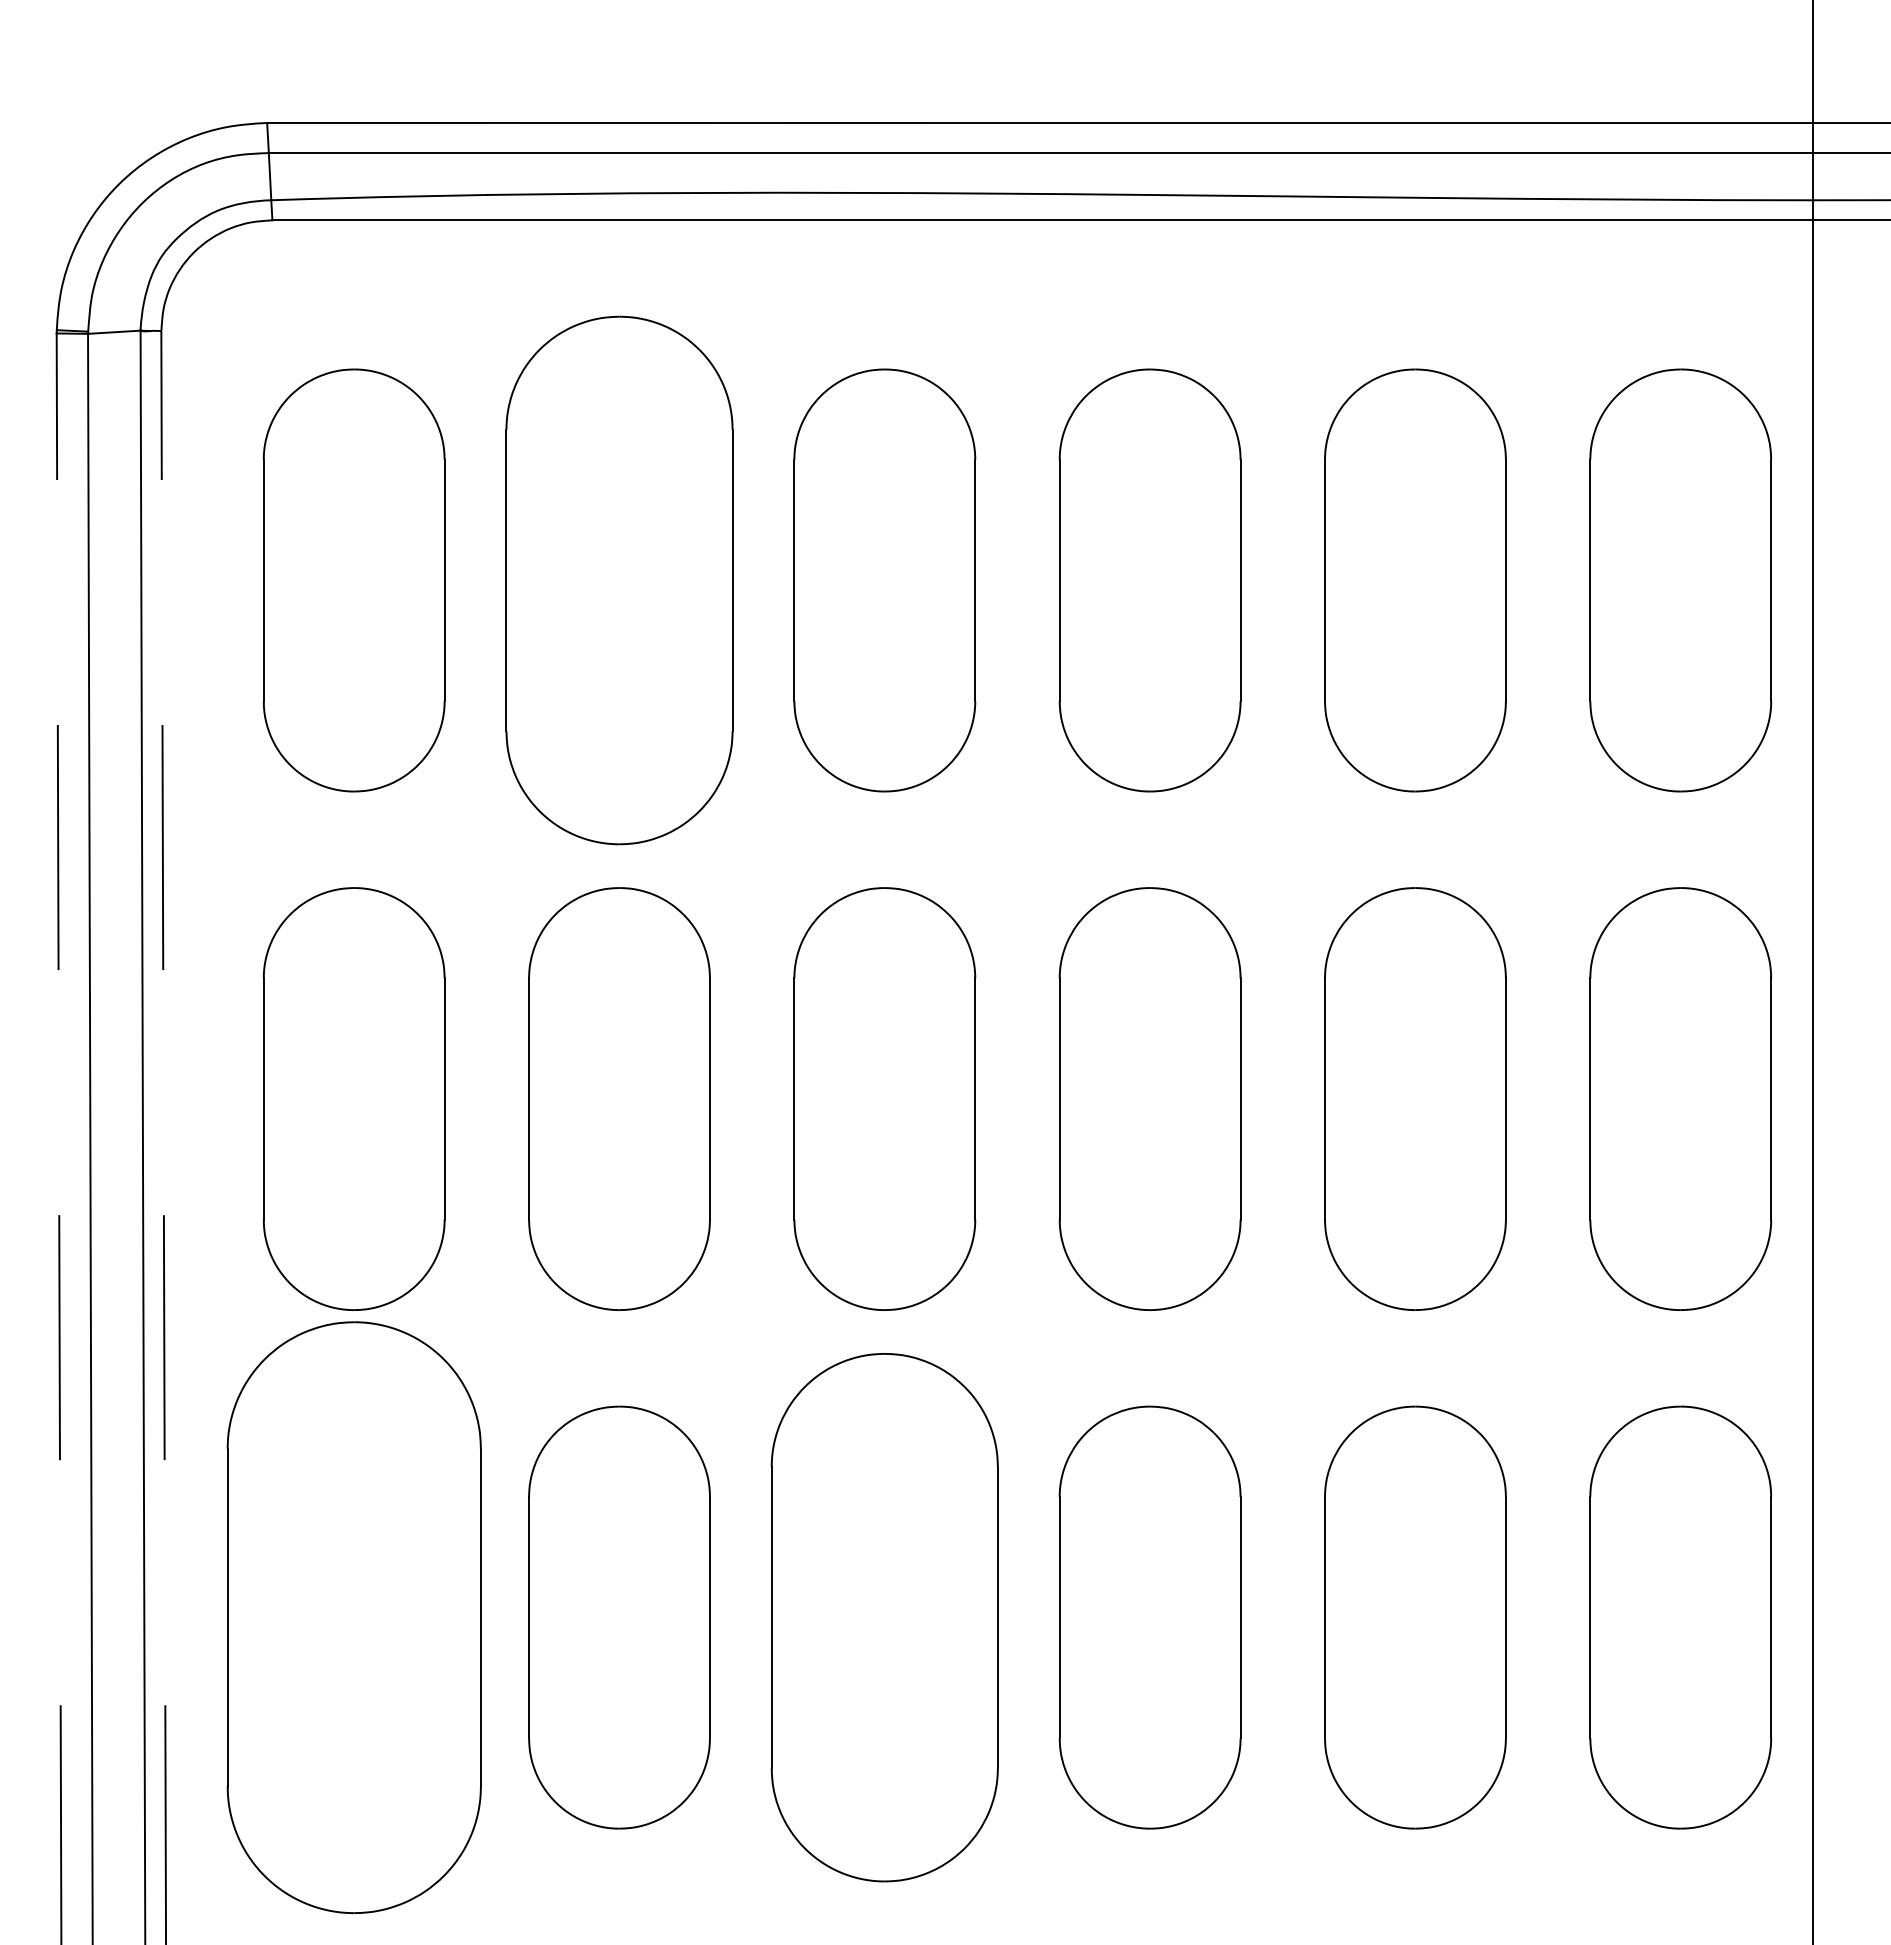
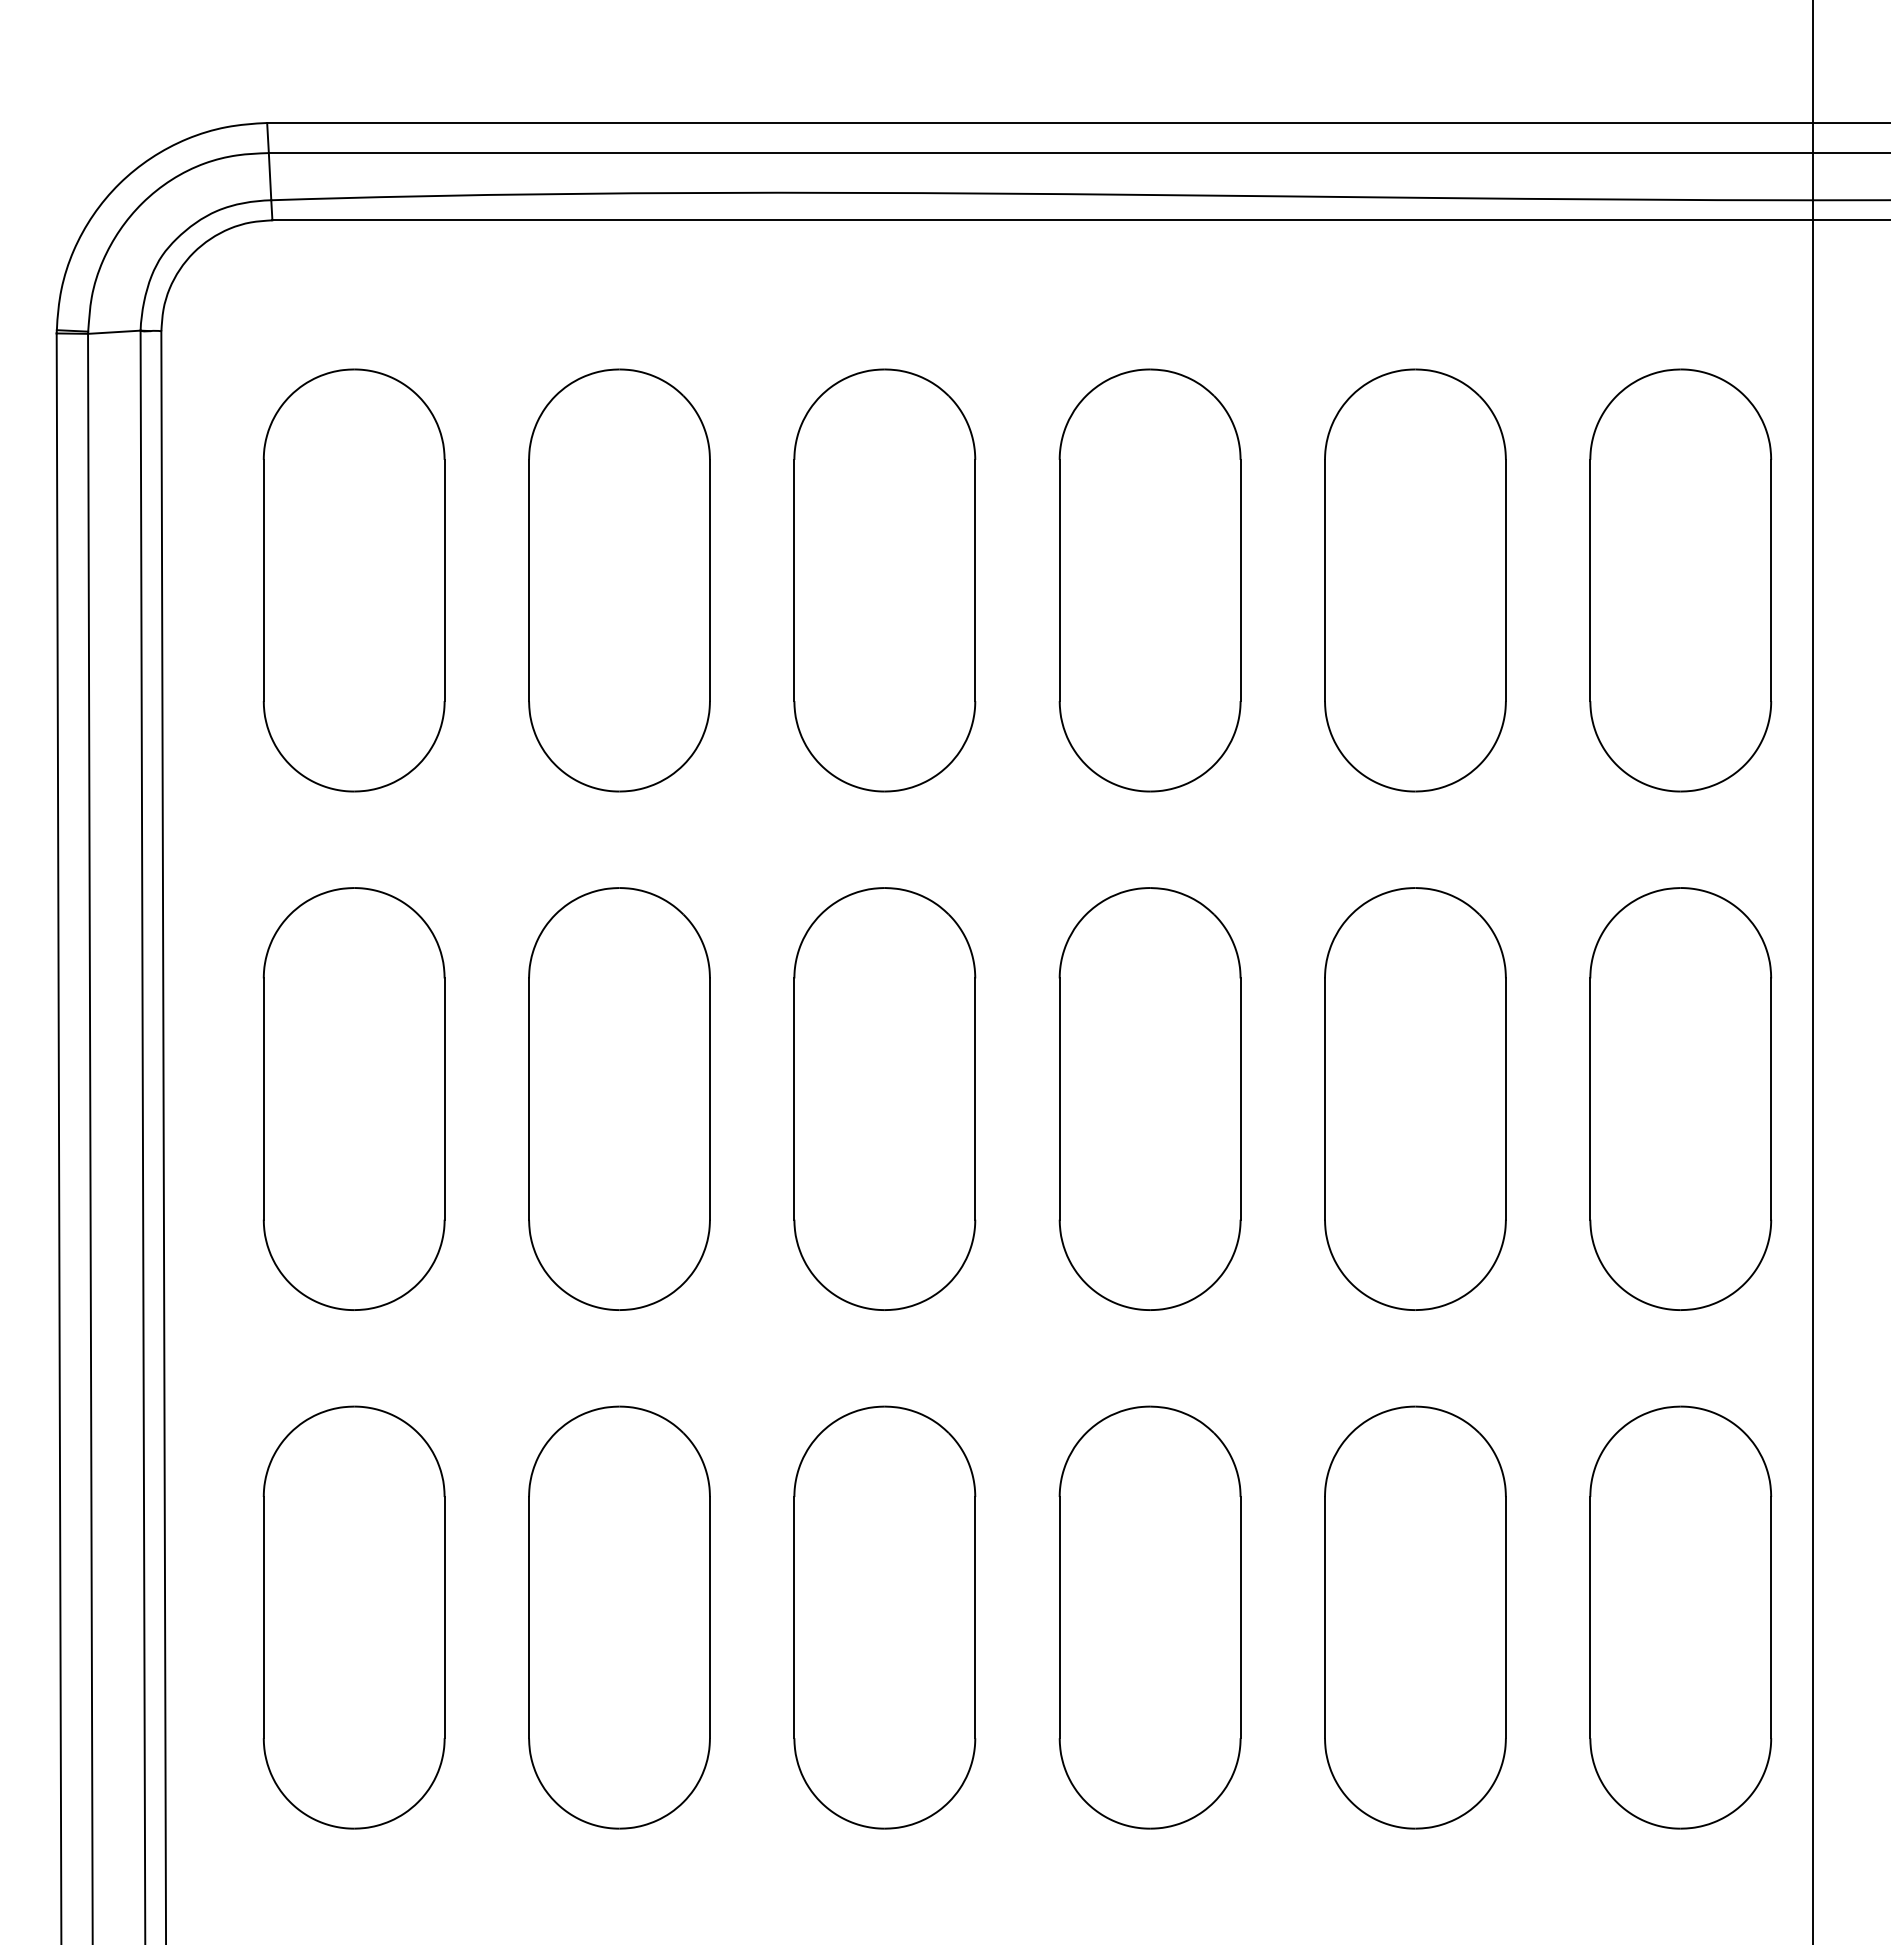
part at (619, 580) size: 229x531 px -> 183x425 px
line at (59, 1138): dashed -> solid
line at (163, 1138): dashed -> solid
part at (353, 1617) size: 256x593 px -> 184x425 px
part at (884, 1617) size: 229x530 px -> 184x425 px
